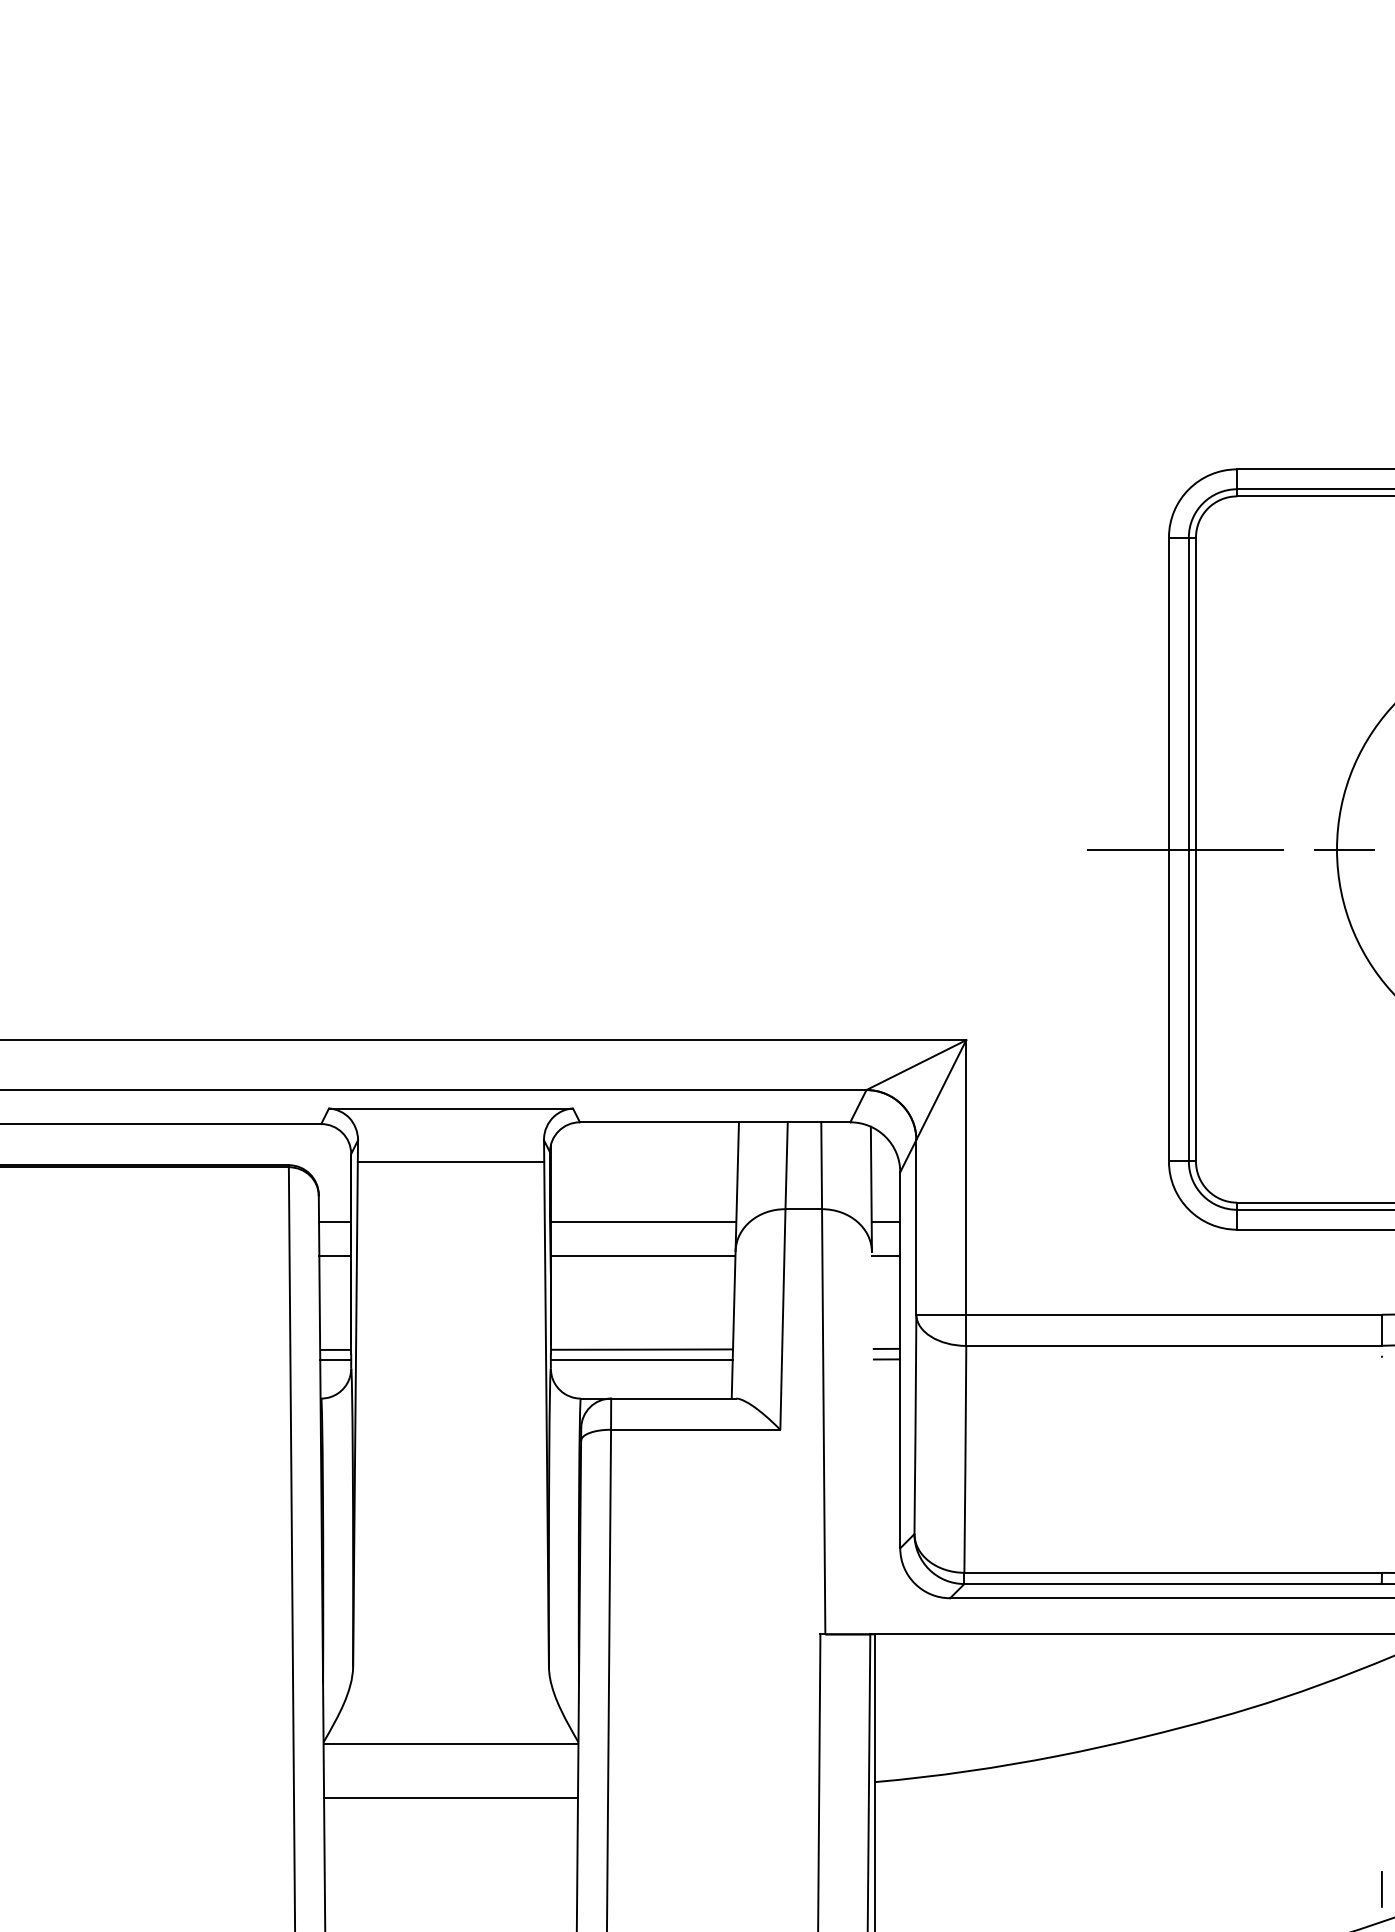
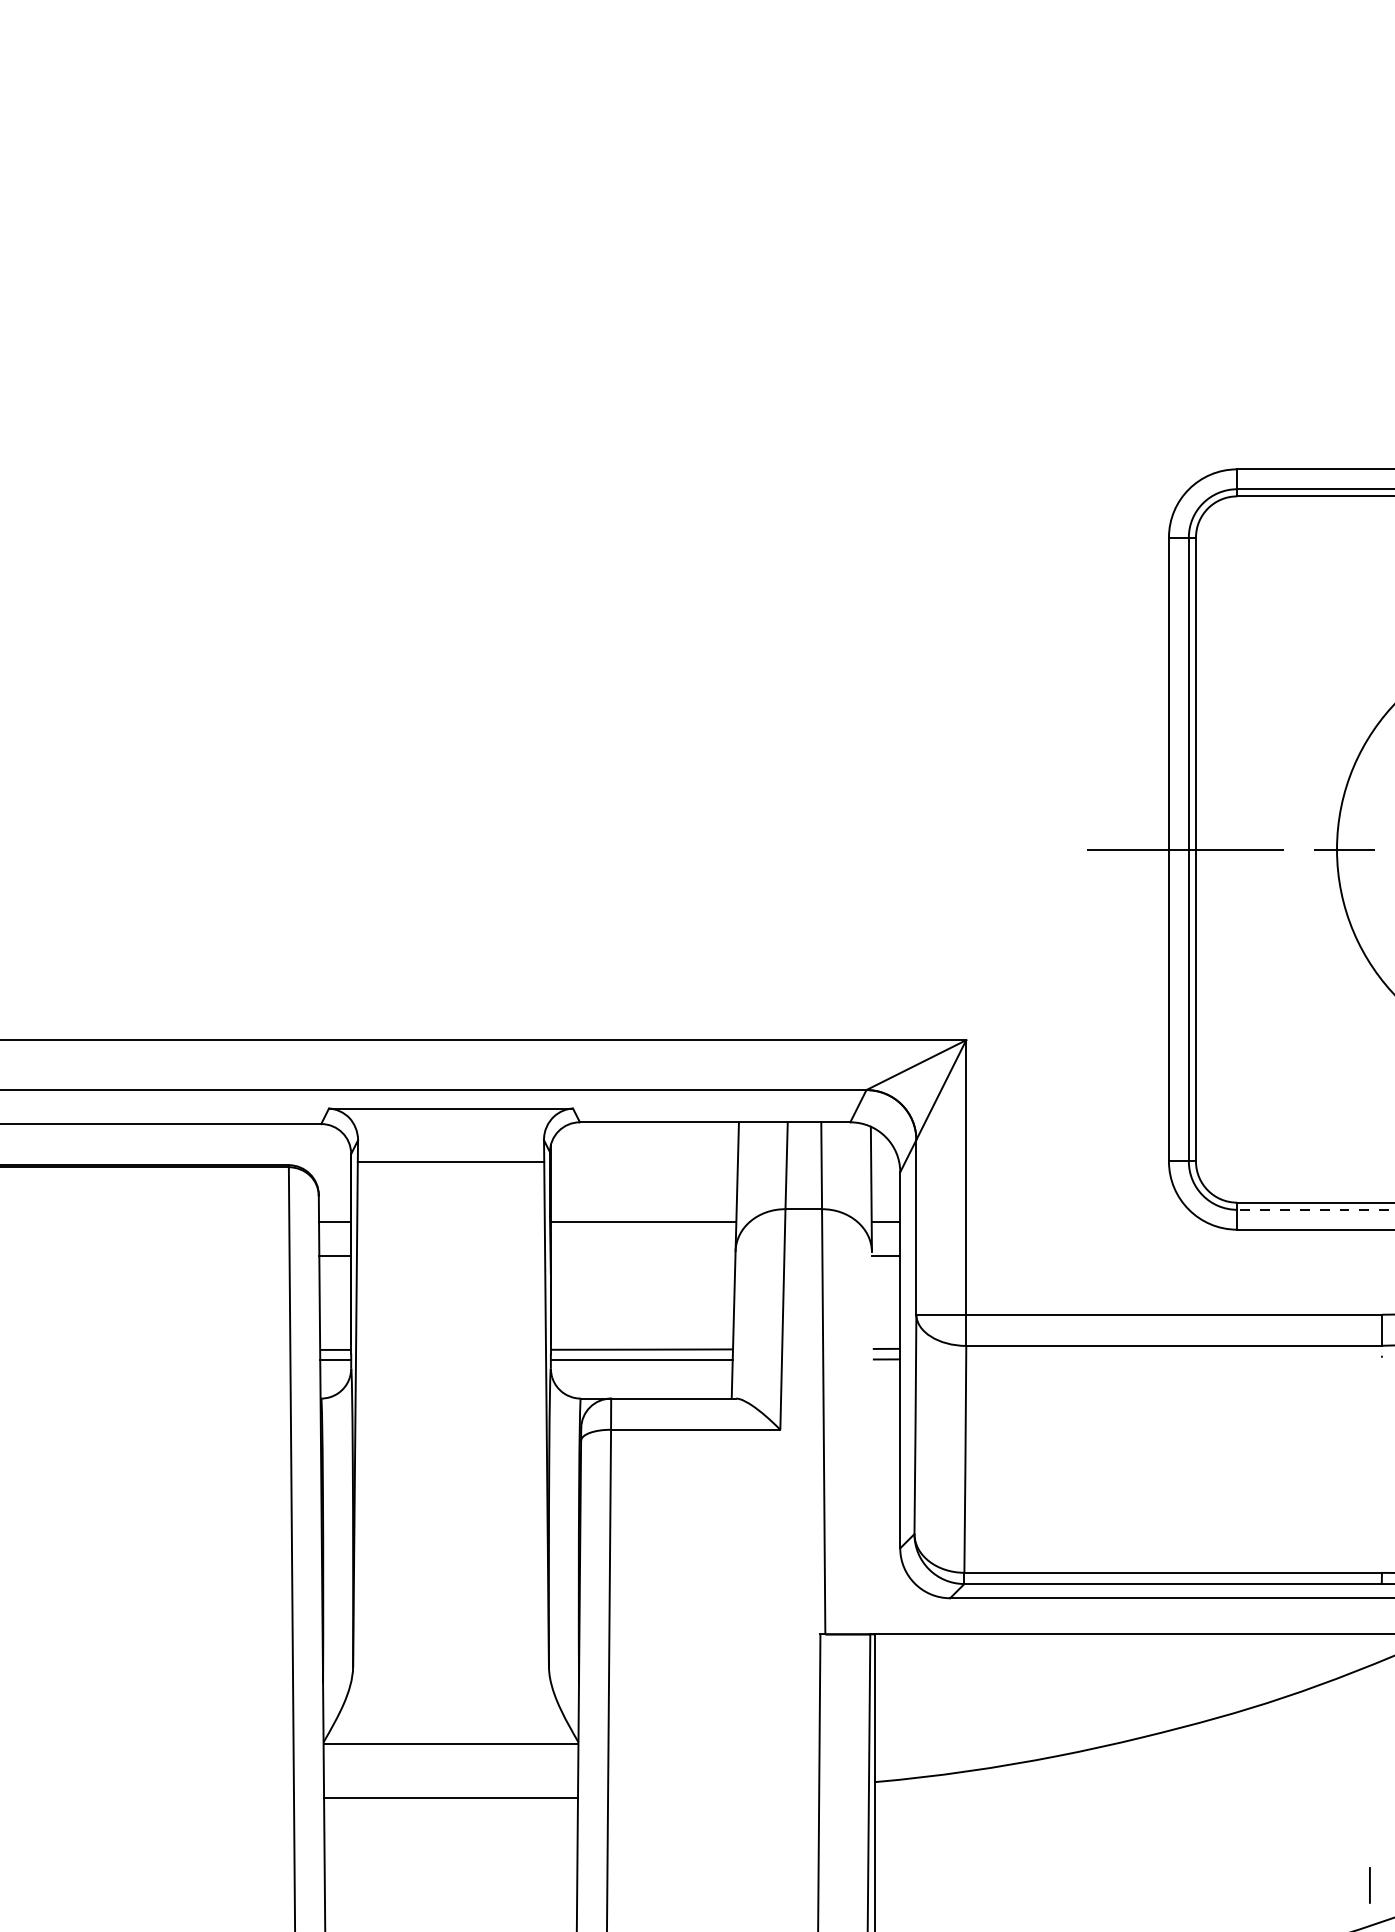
line at (1315, 1209): solid -> dashed
line at (642, 1255): present -> none
line at (1381, 1889) position: (1381, 1889) -> (1369, 1885)
